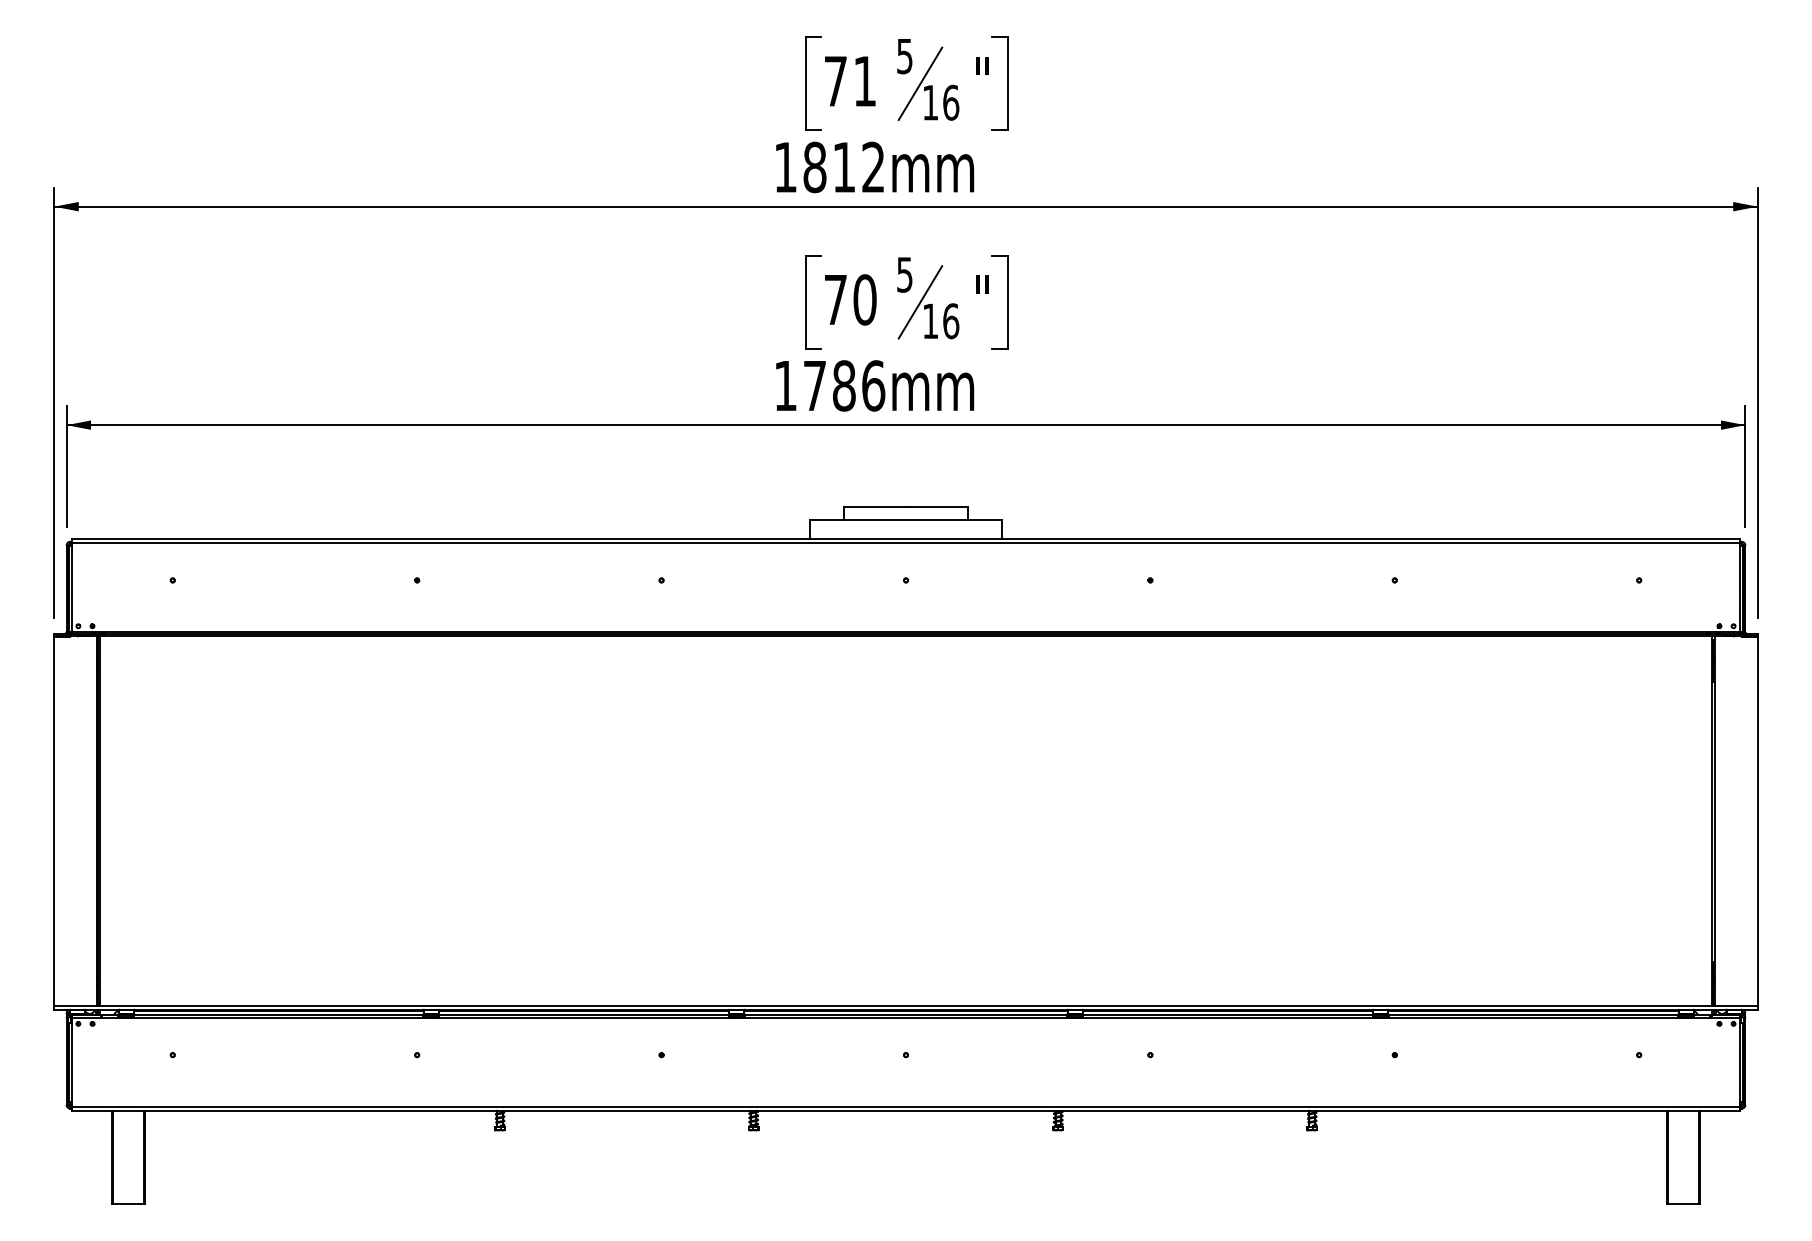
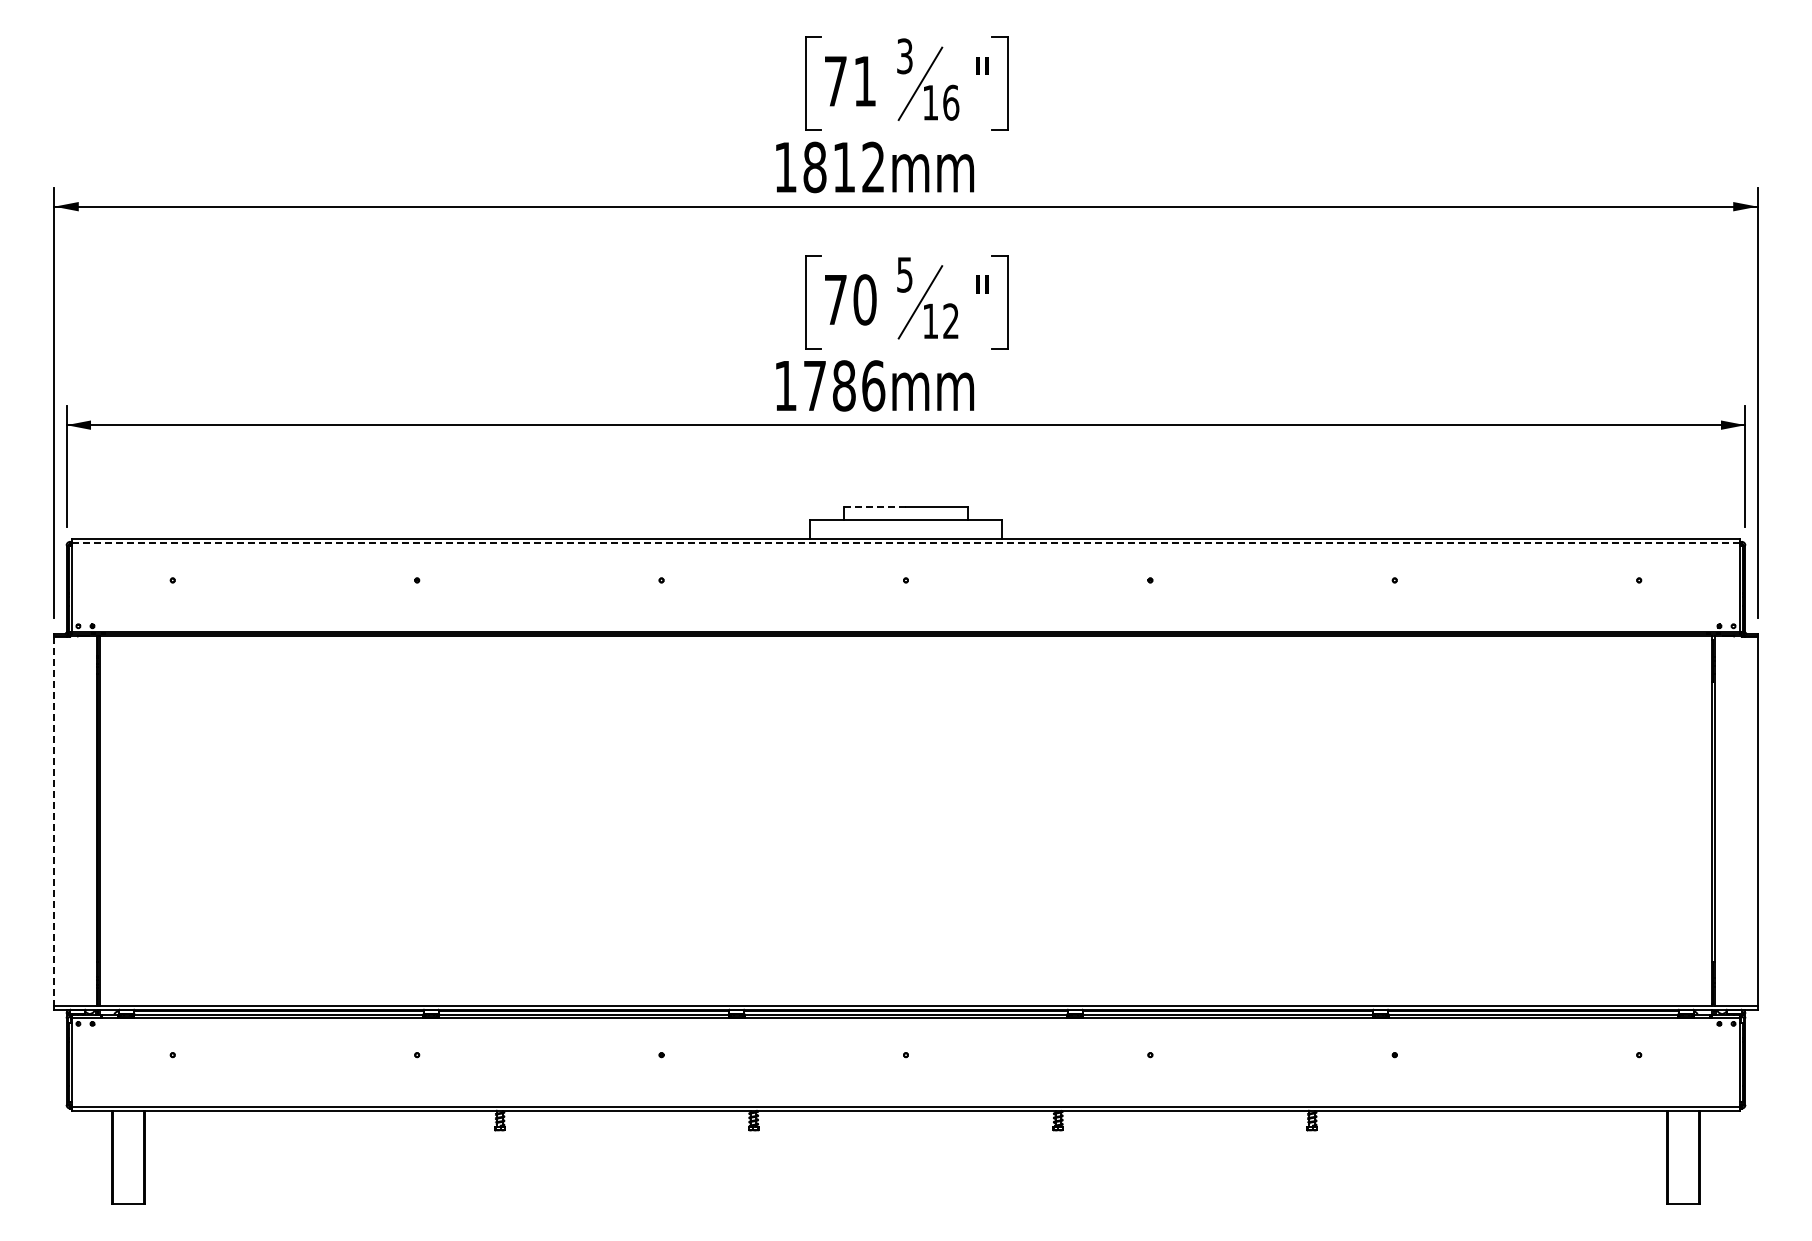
text at (905, 55): 5 -> 3
text at (951, 321): 16 -> 12
line at (875, 507): solid -> dashed
line at (906, 543): solid -> dashed
line at (54, 821): solid -> dashed
